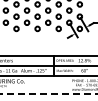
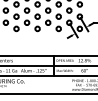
line at (49, 94): dashed -> solid
